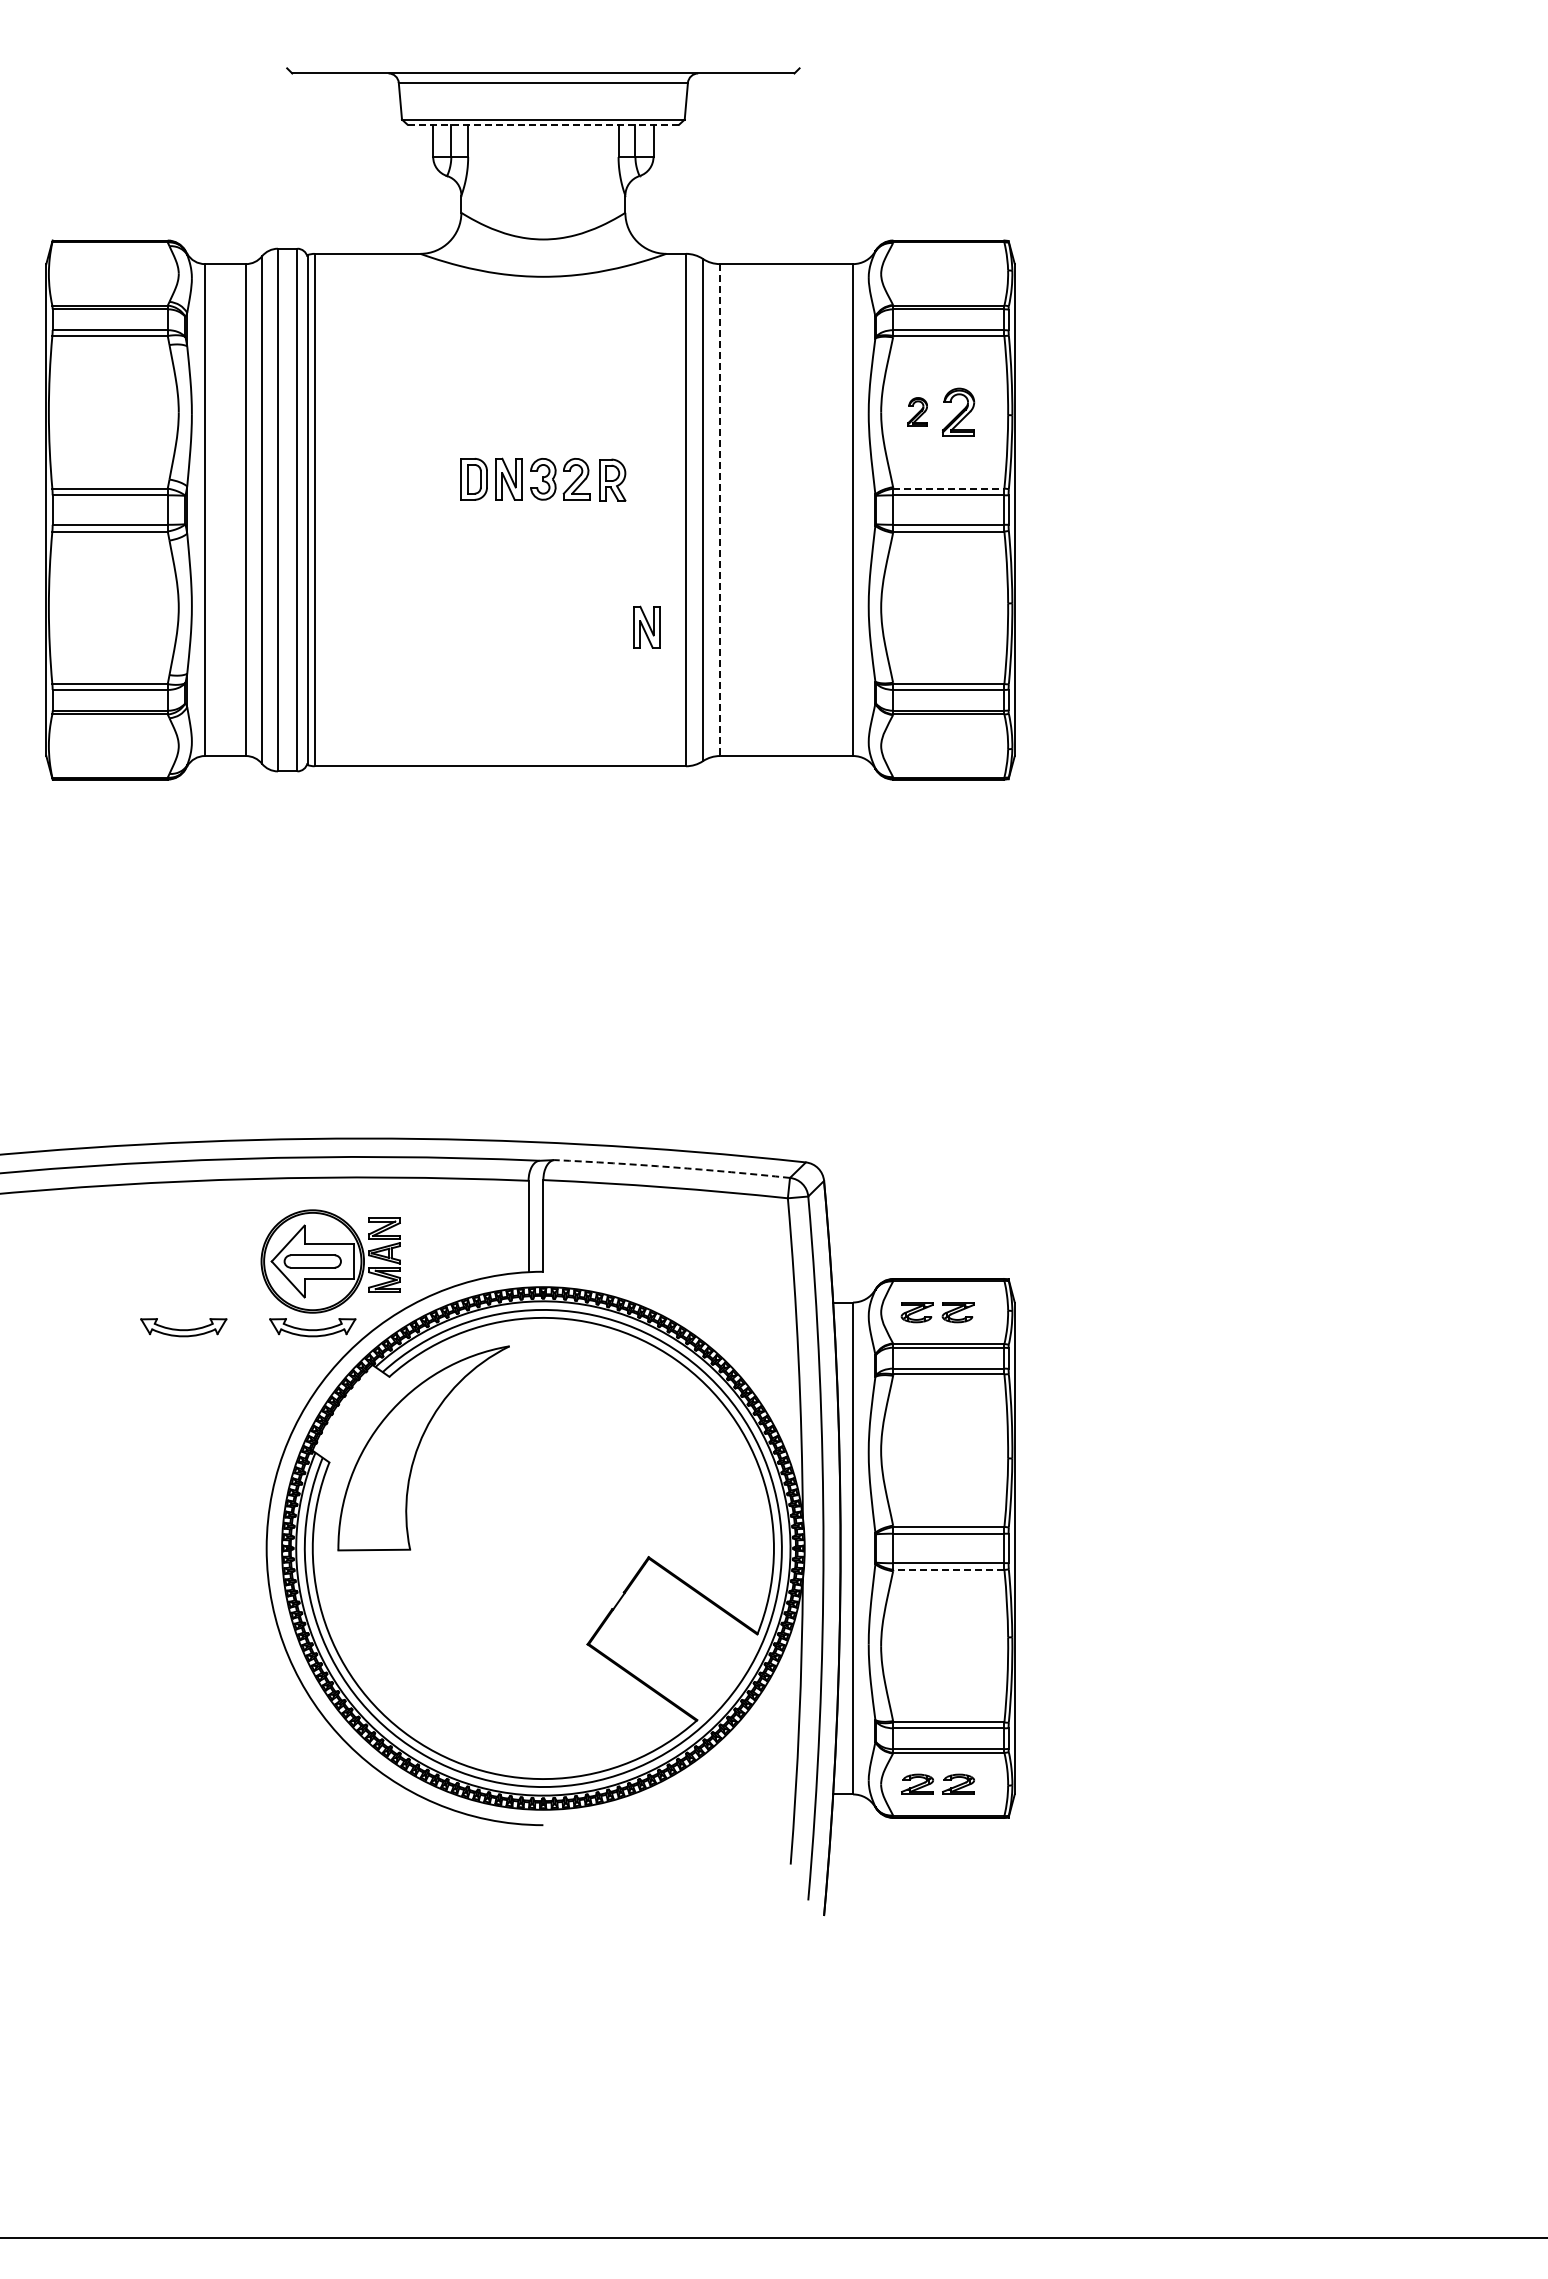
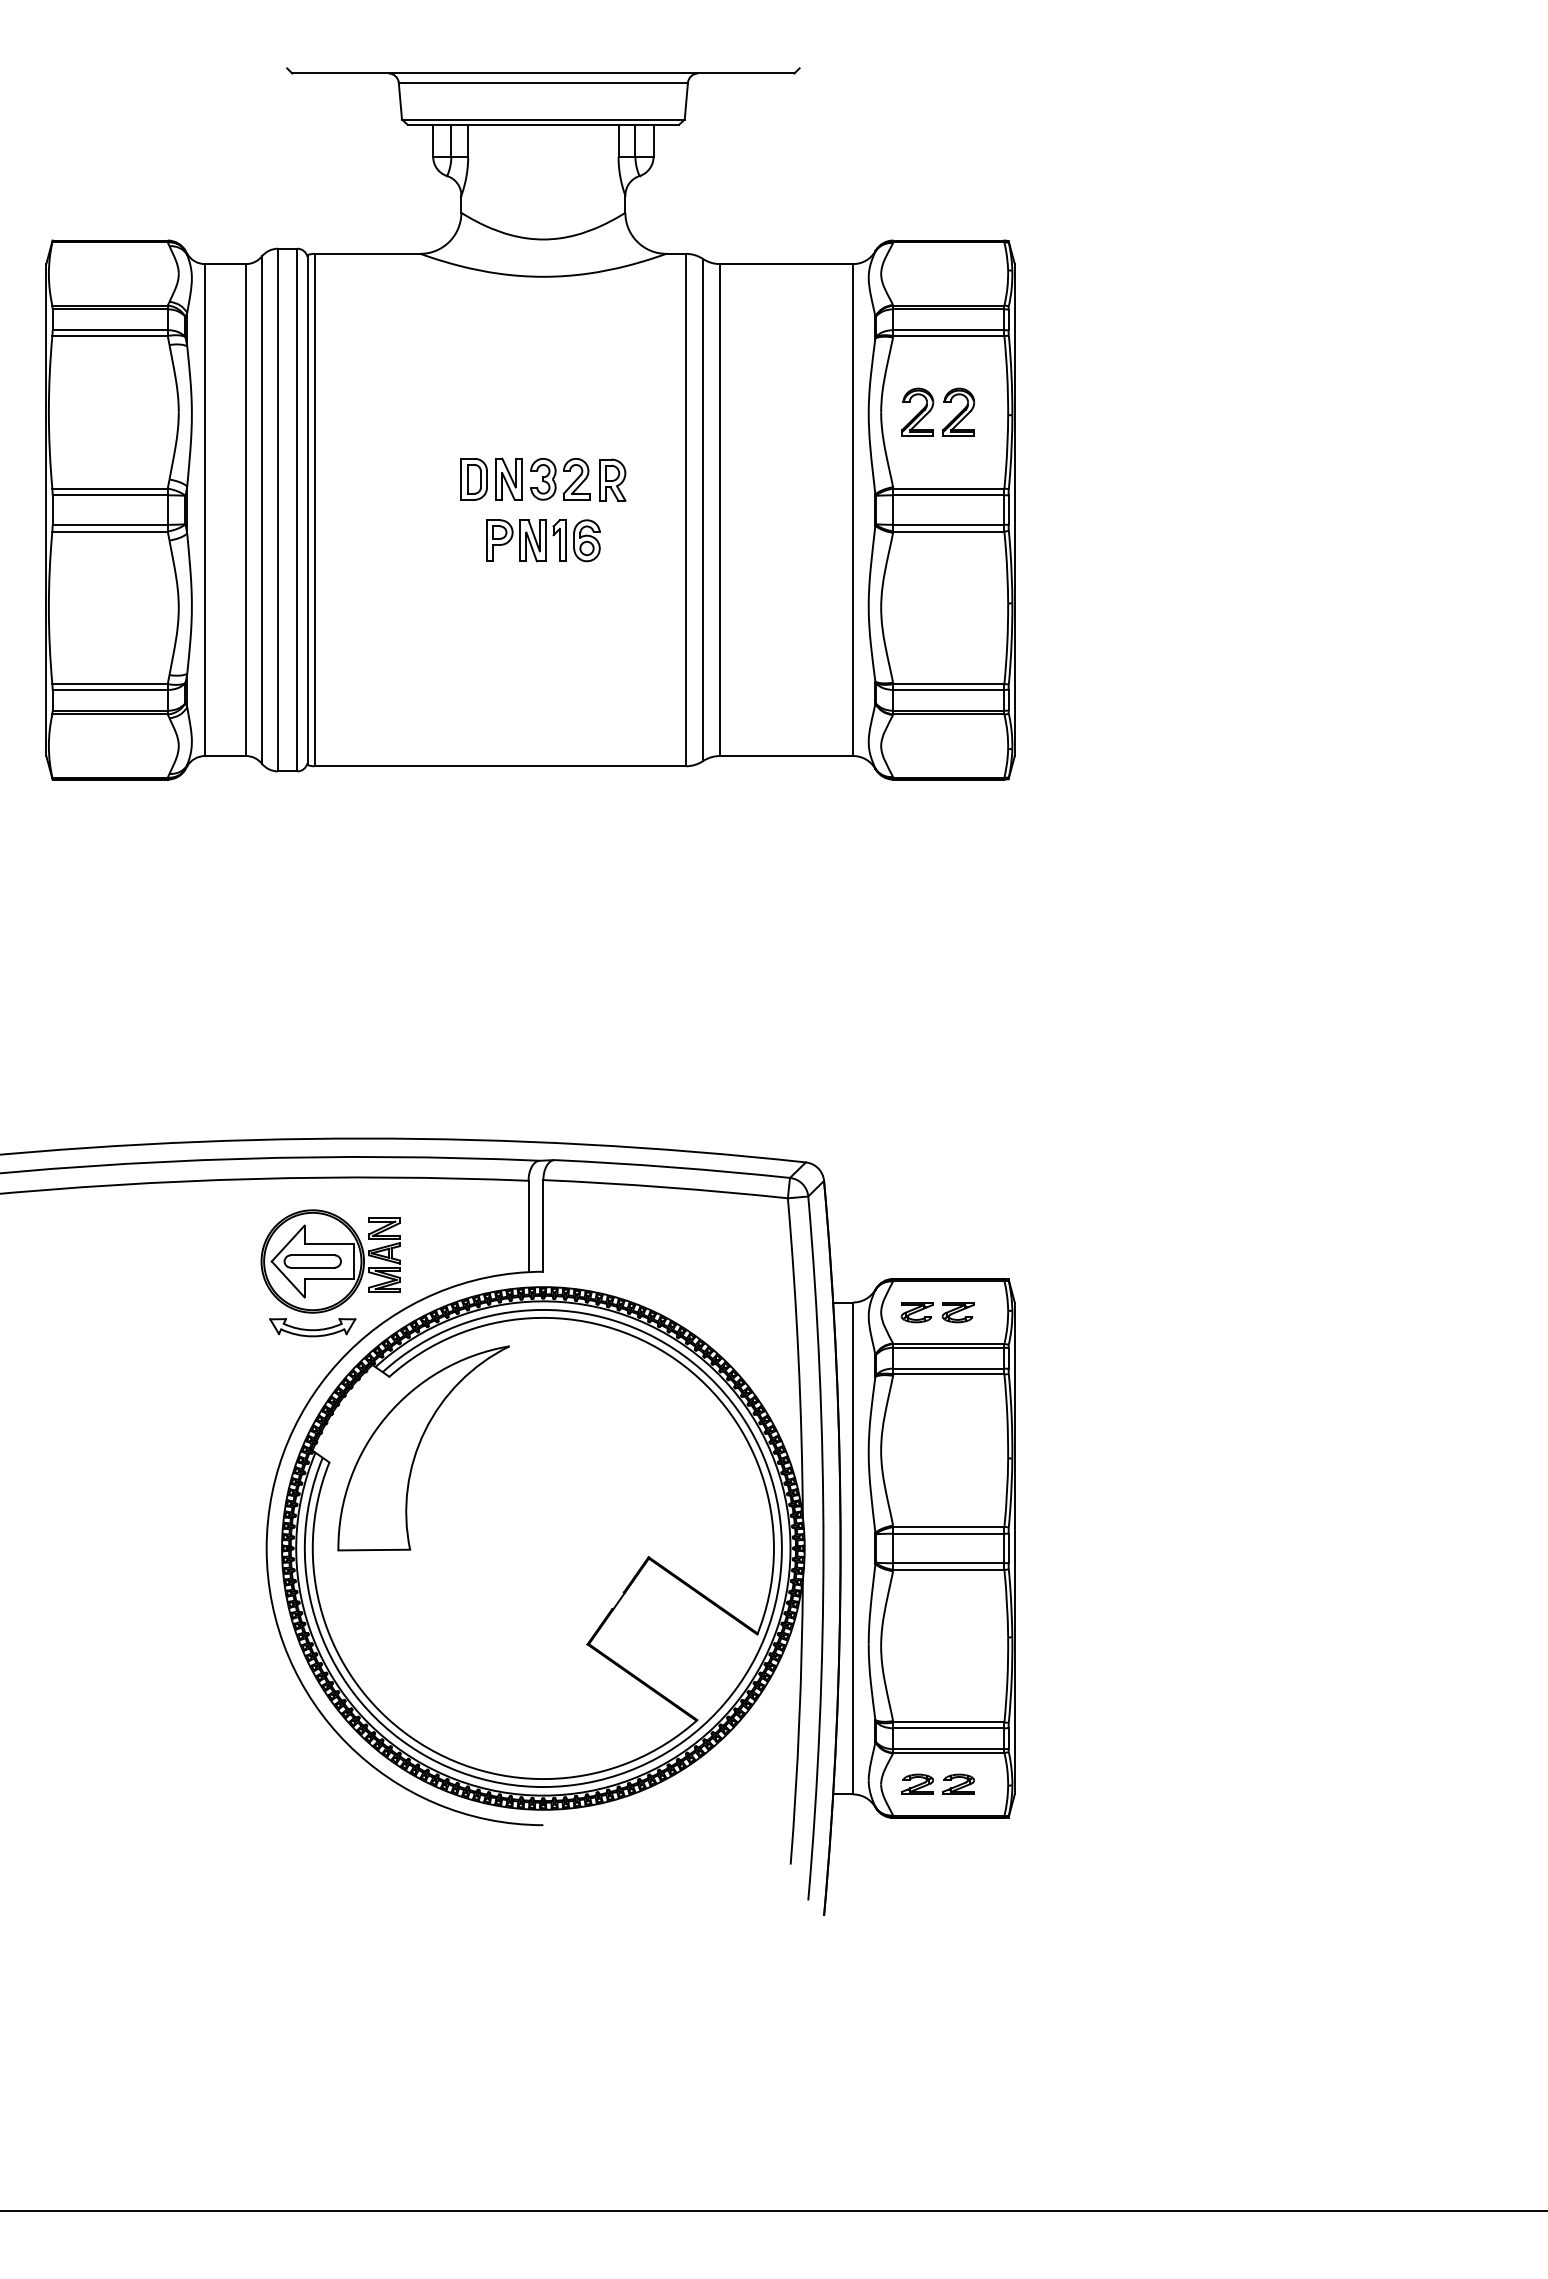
line at (543, 124): dashed -> solid
part at (917, 411) size: 21x30 px -> 34x50 px
line at (949, 488): dashed -> solid
line at (720, 510): dashed -> solid
part at (543, 540): none -> present
part at (646, 626): present -> none
arc at (672, 1167): dashed -> solid
part at (183, 1327): present -> none
line at (948, 1569): dashed -> solid
line at (773, 2237) position: (773, 2237) -> (773, 2210)
